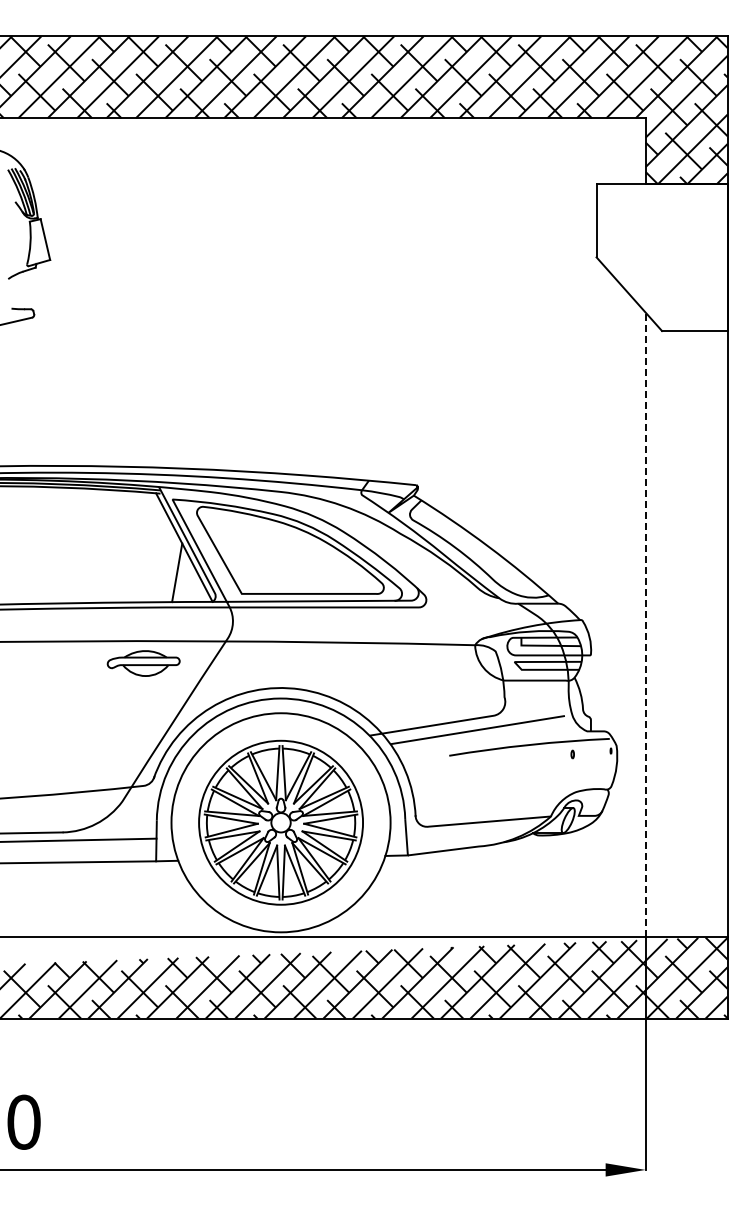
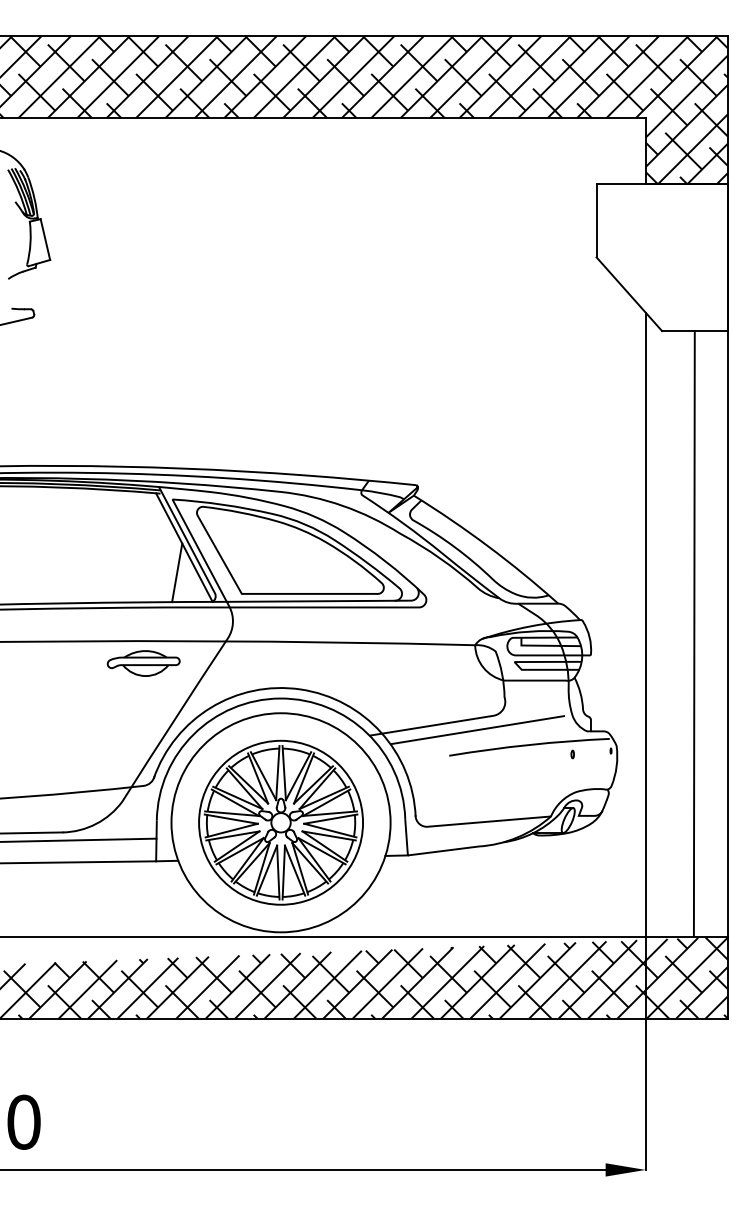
line at (645, 624): dashed -> solid
line at (693, 633): none -> present
